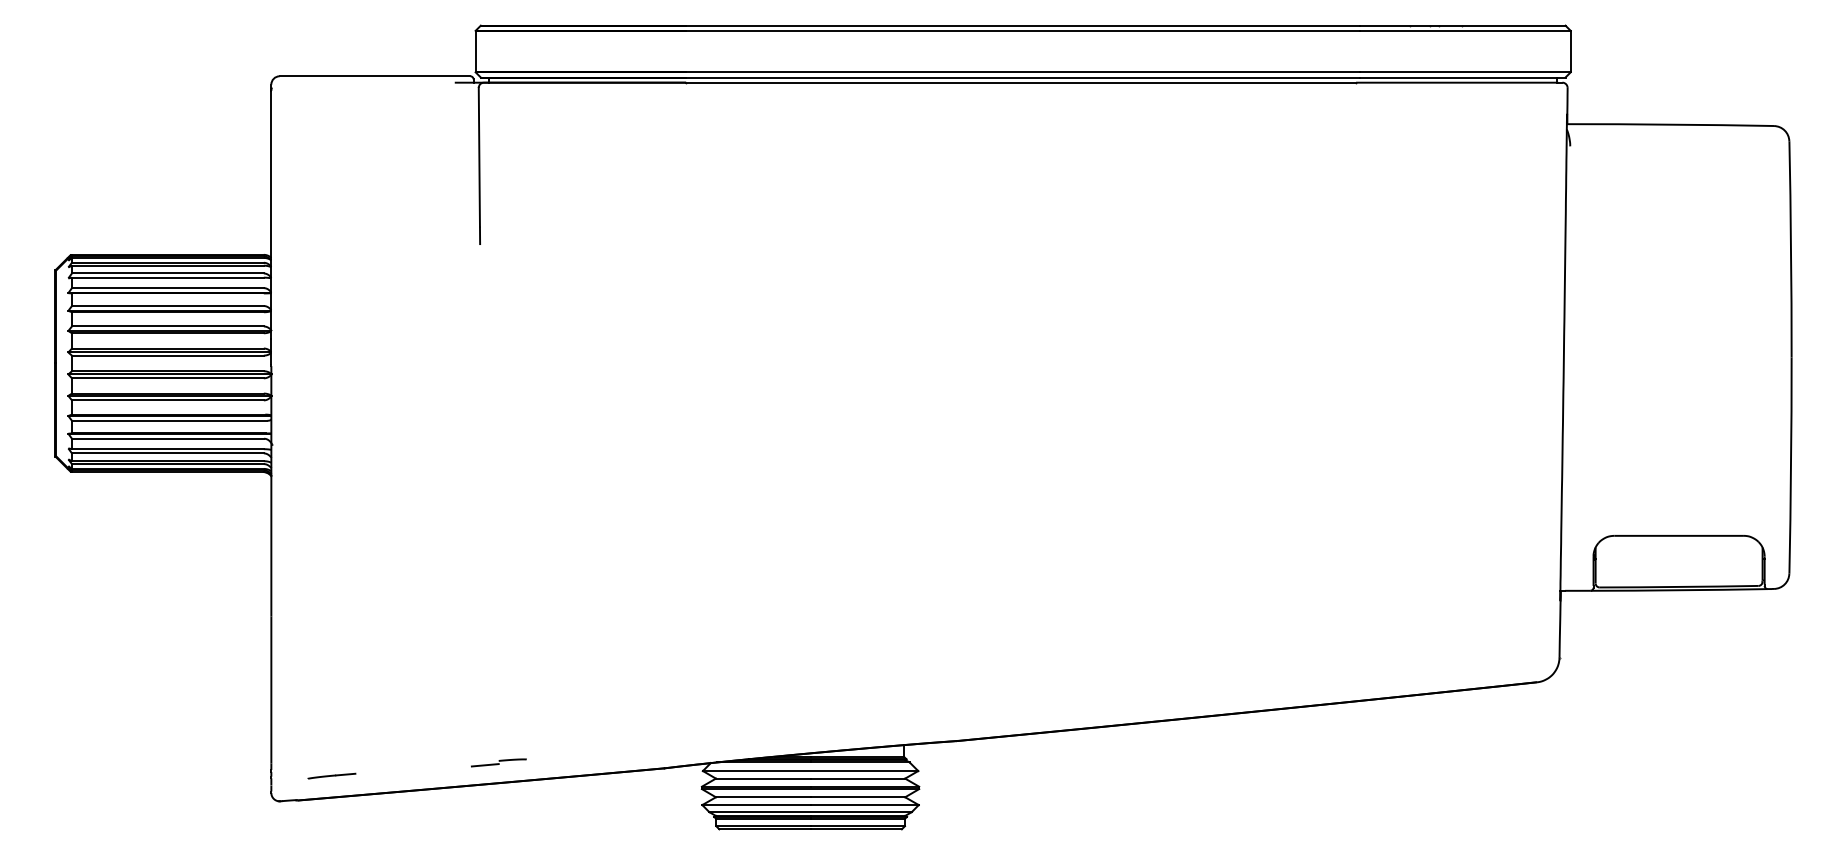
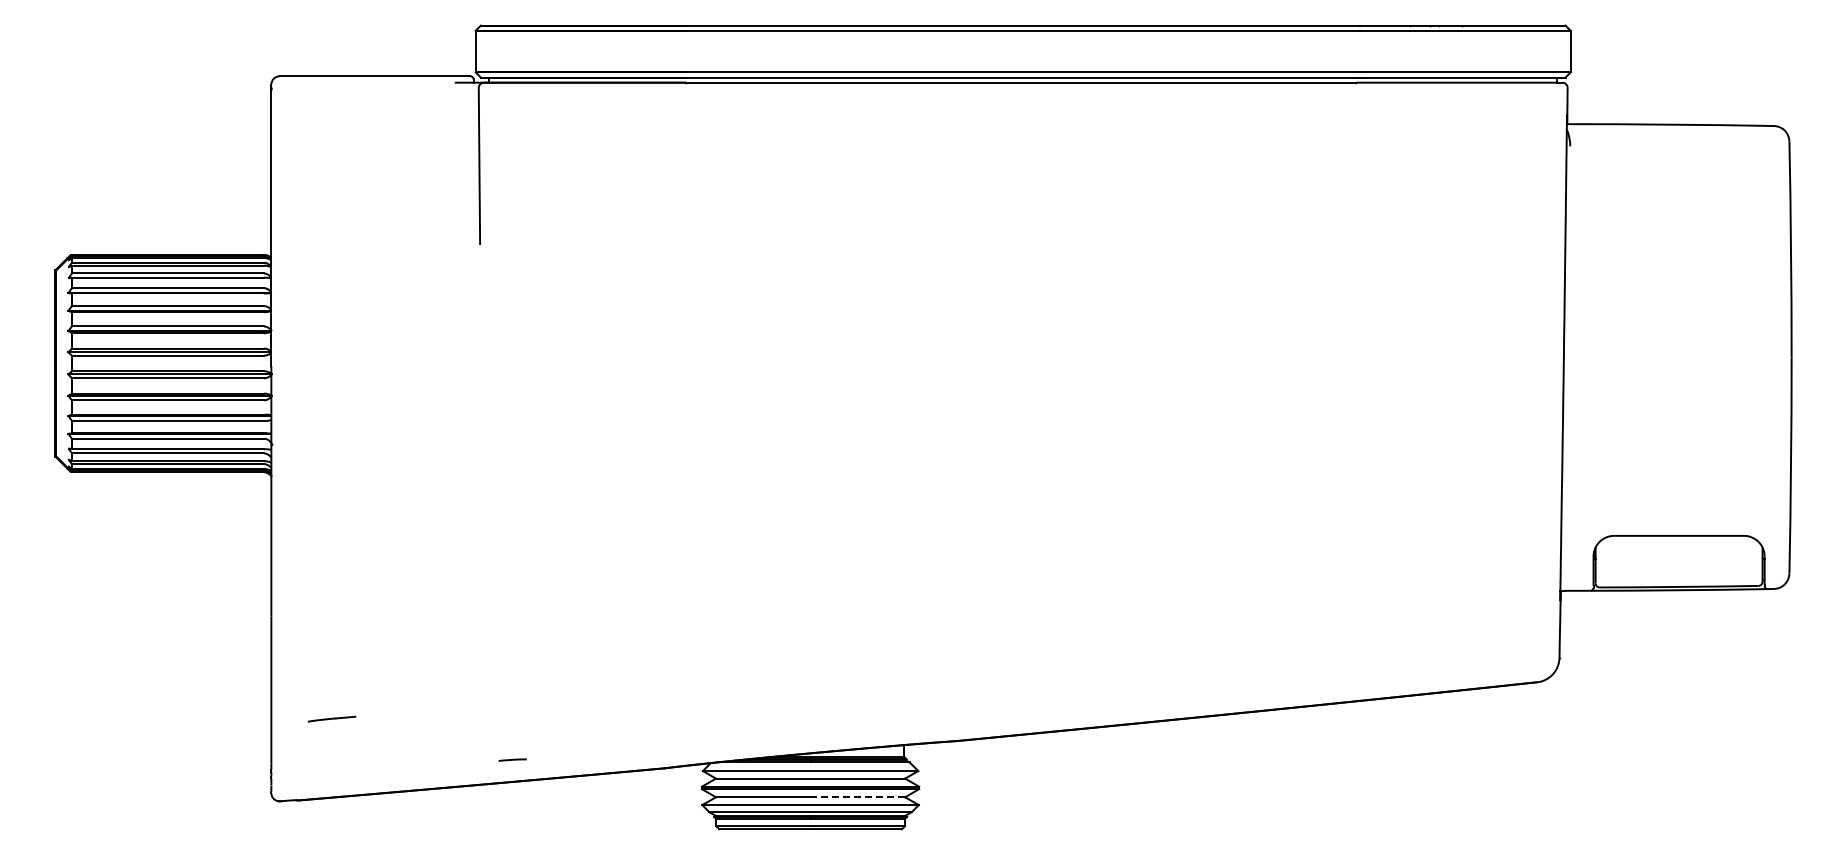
line at (484, 765): present -> none
line at (331, 775) position: (331, 775) -> (331, 718)
line at (857, 797): solid -> dashed
